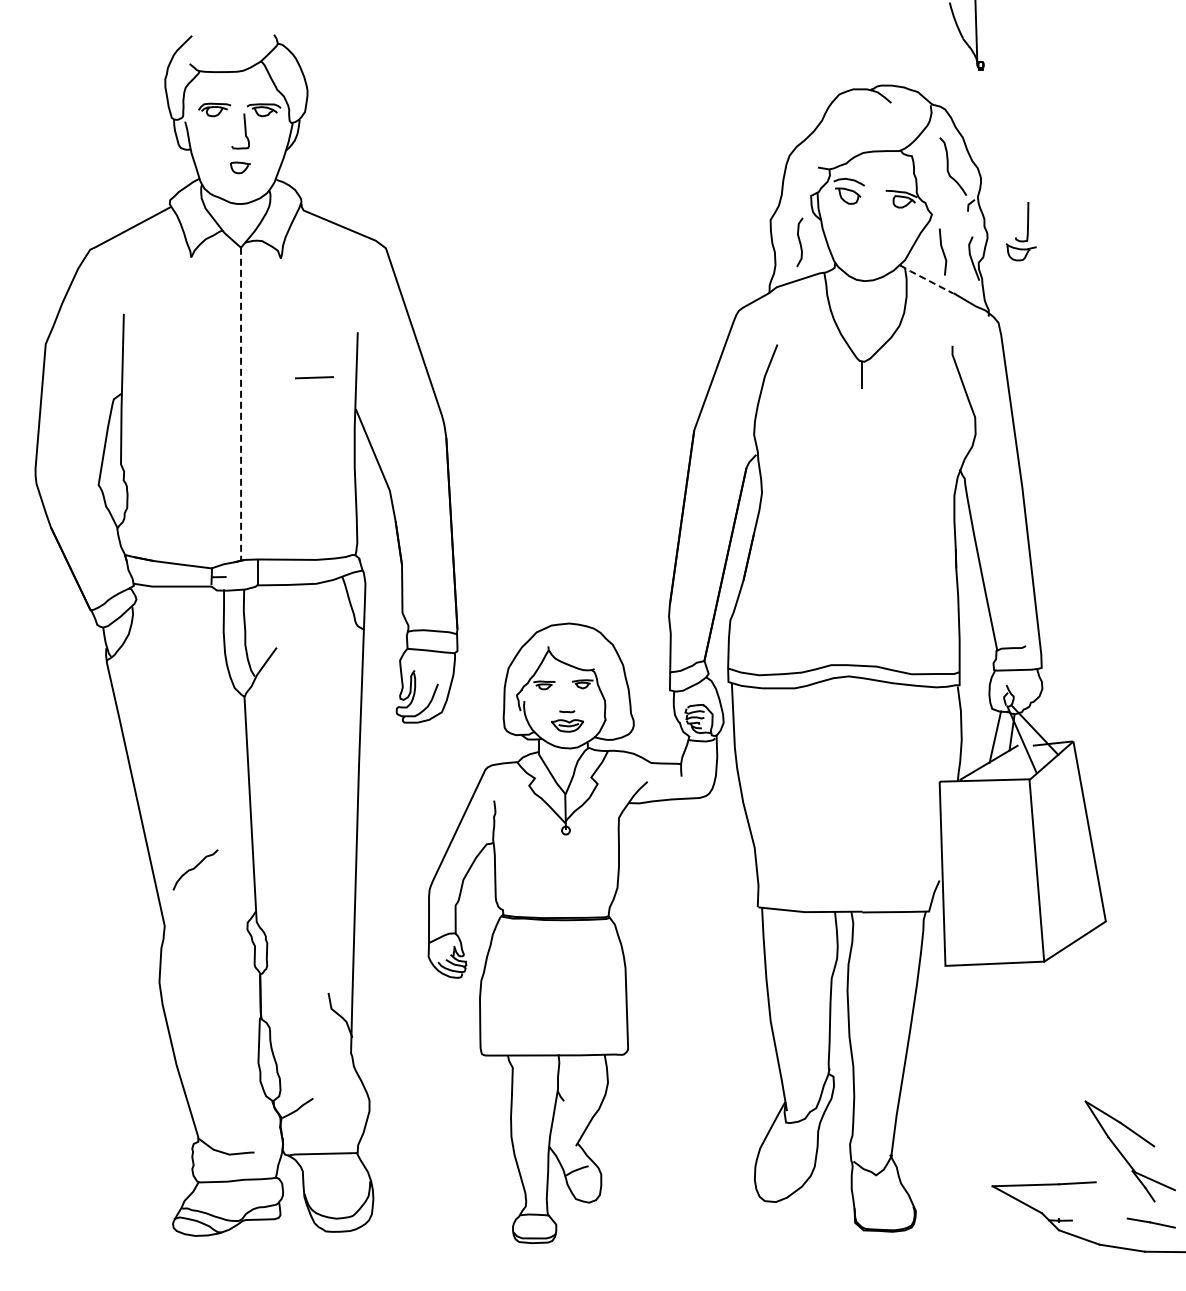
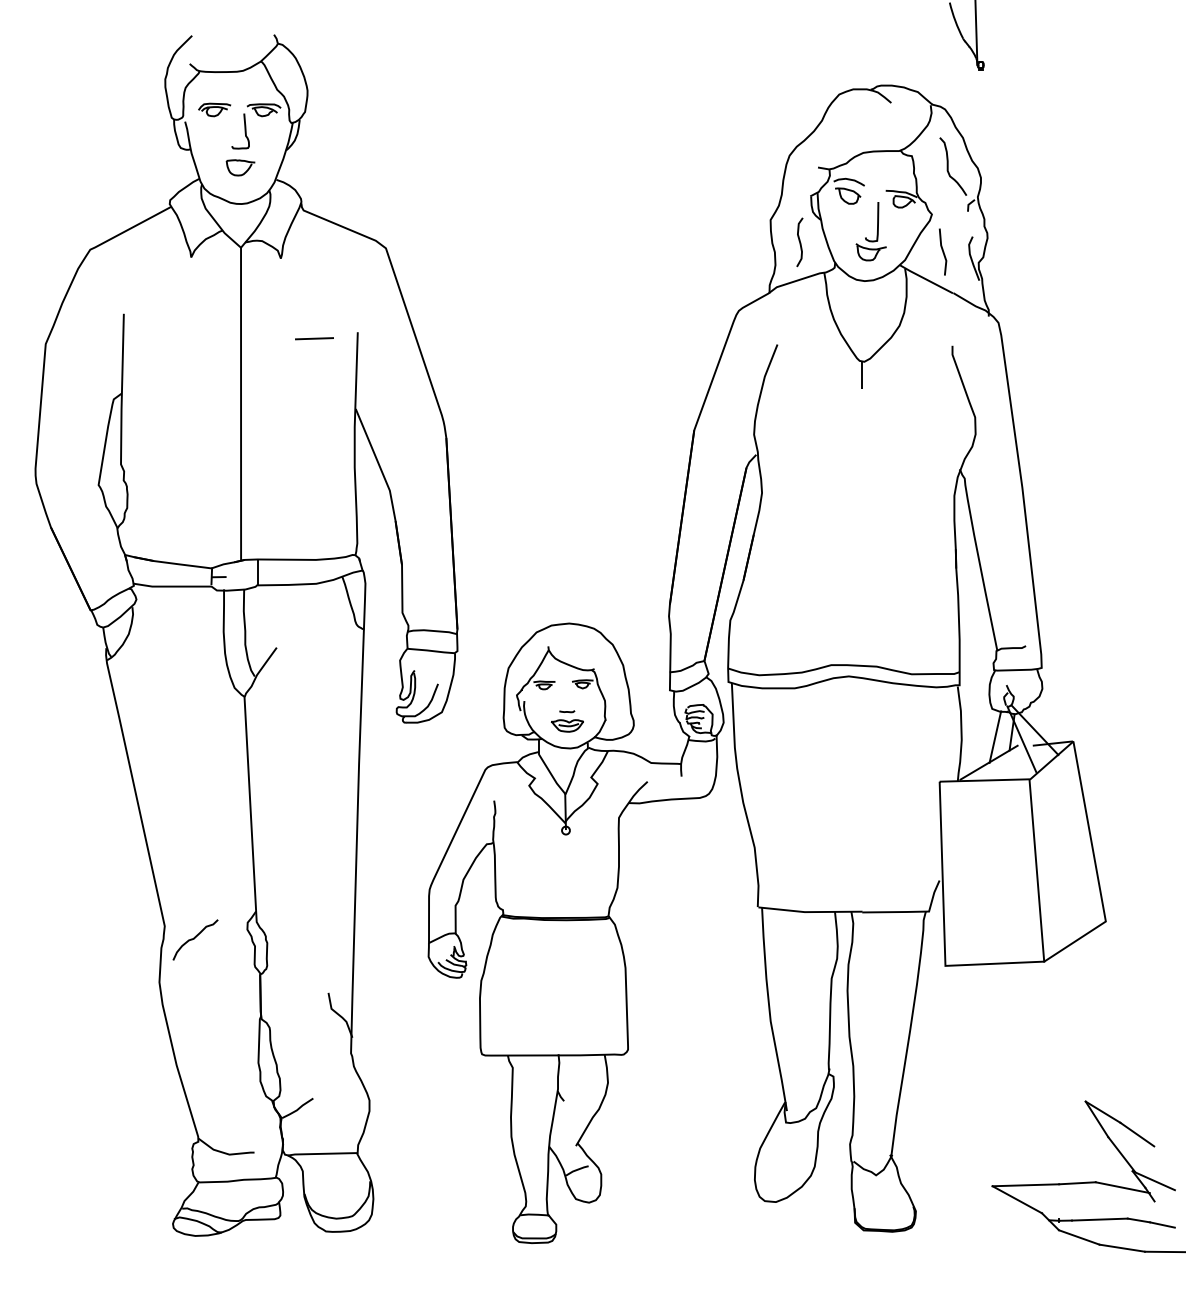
part at (240, 167) size: 21x14 px -> 31x18 px
part at (1026, 233) position: (1026, 233) -> (876, 233)
line at (926, 279): dashed -> solid
line at (314, 377) position: (314, 377) -> (314, 338)
line at (241, 404): dashed -> solid
curve at (195, 868) position: (195, 868) -> (195, 938)
line at (1122, 1187): none -> present
line at (1099, 1219): none -> present
